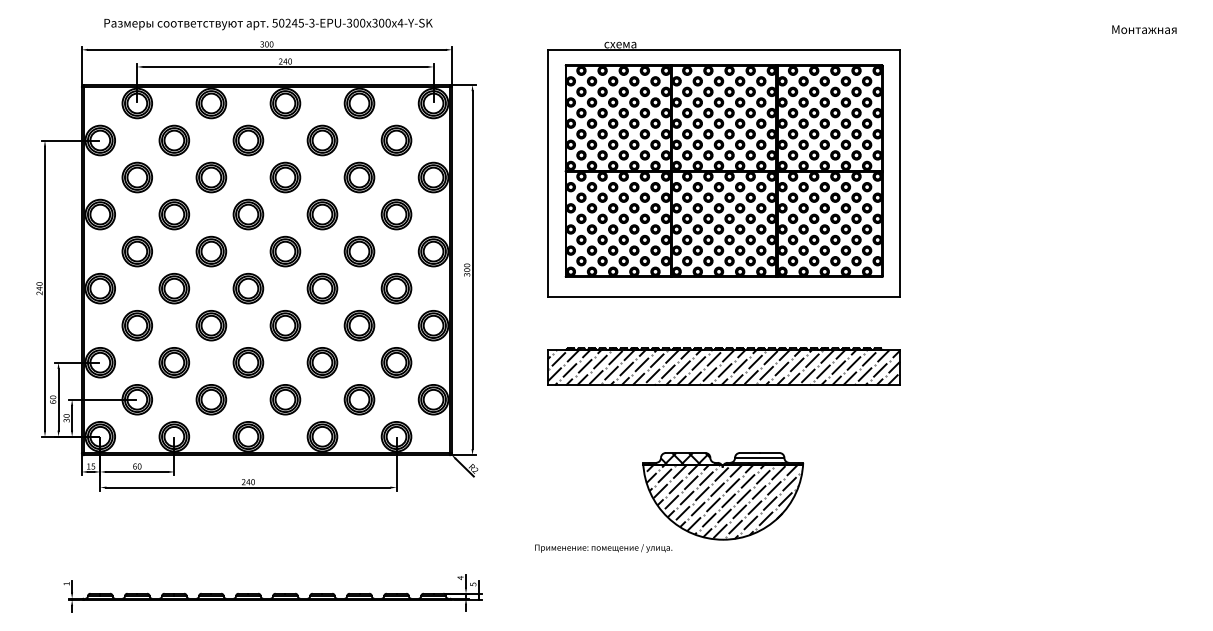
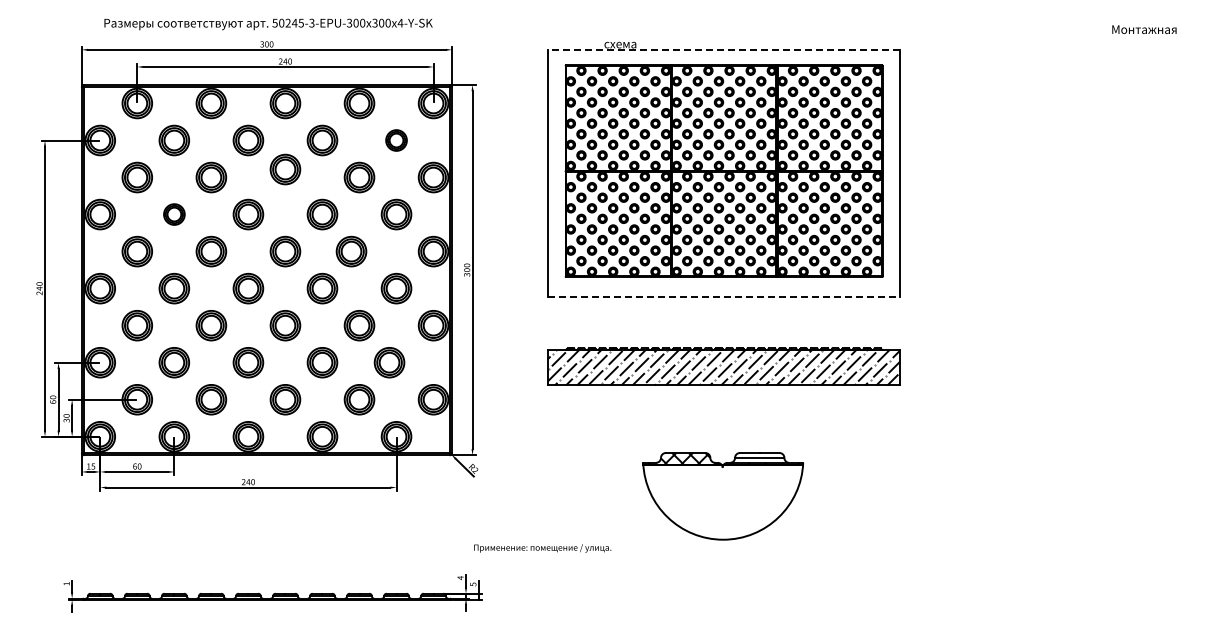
line at (723, 49): solid -> dashed
part at (396, 140) size: 33x33 px -> 23x23 px
part at (285, 177) position: (285, 177) -> (285, 169)
part at (174, 214) size: 33x33 px -> 23x23 px
part at (359, 251) position: (359, 251) -> (351, 251)
line at (724, 296): solid -> dashed
part at (396, 362) position: (396, 362) -> (389, 362)
hatch at (724, 502): present -> none
text at (603, 548) position: (603, 548) -> (542, 548)
